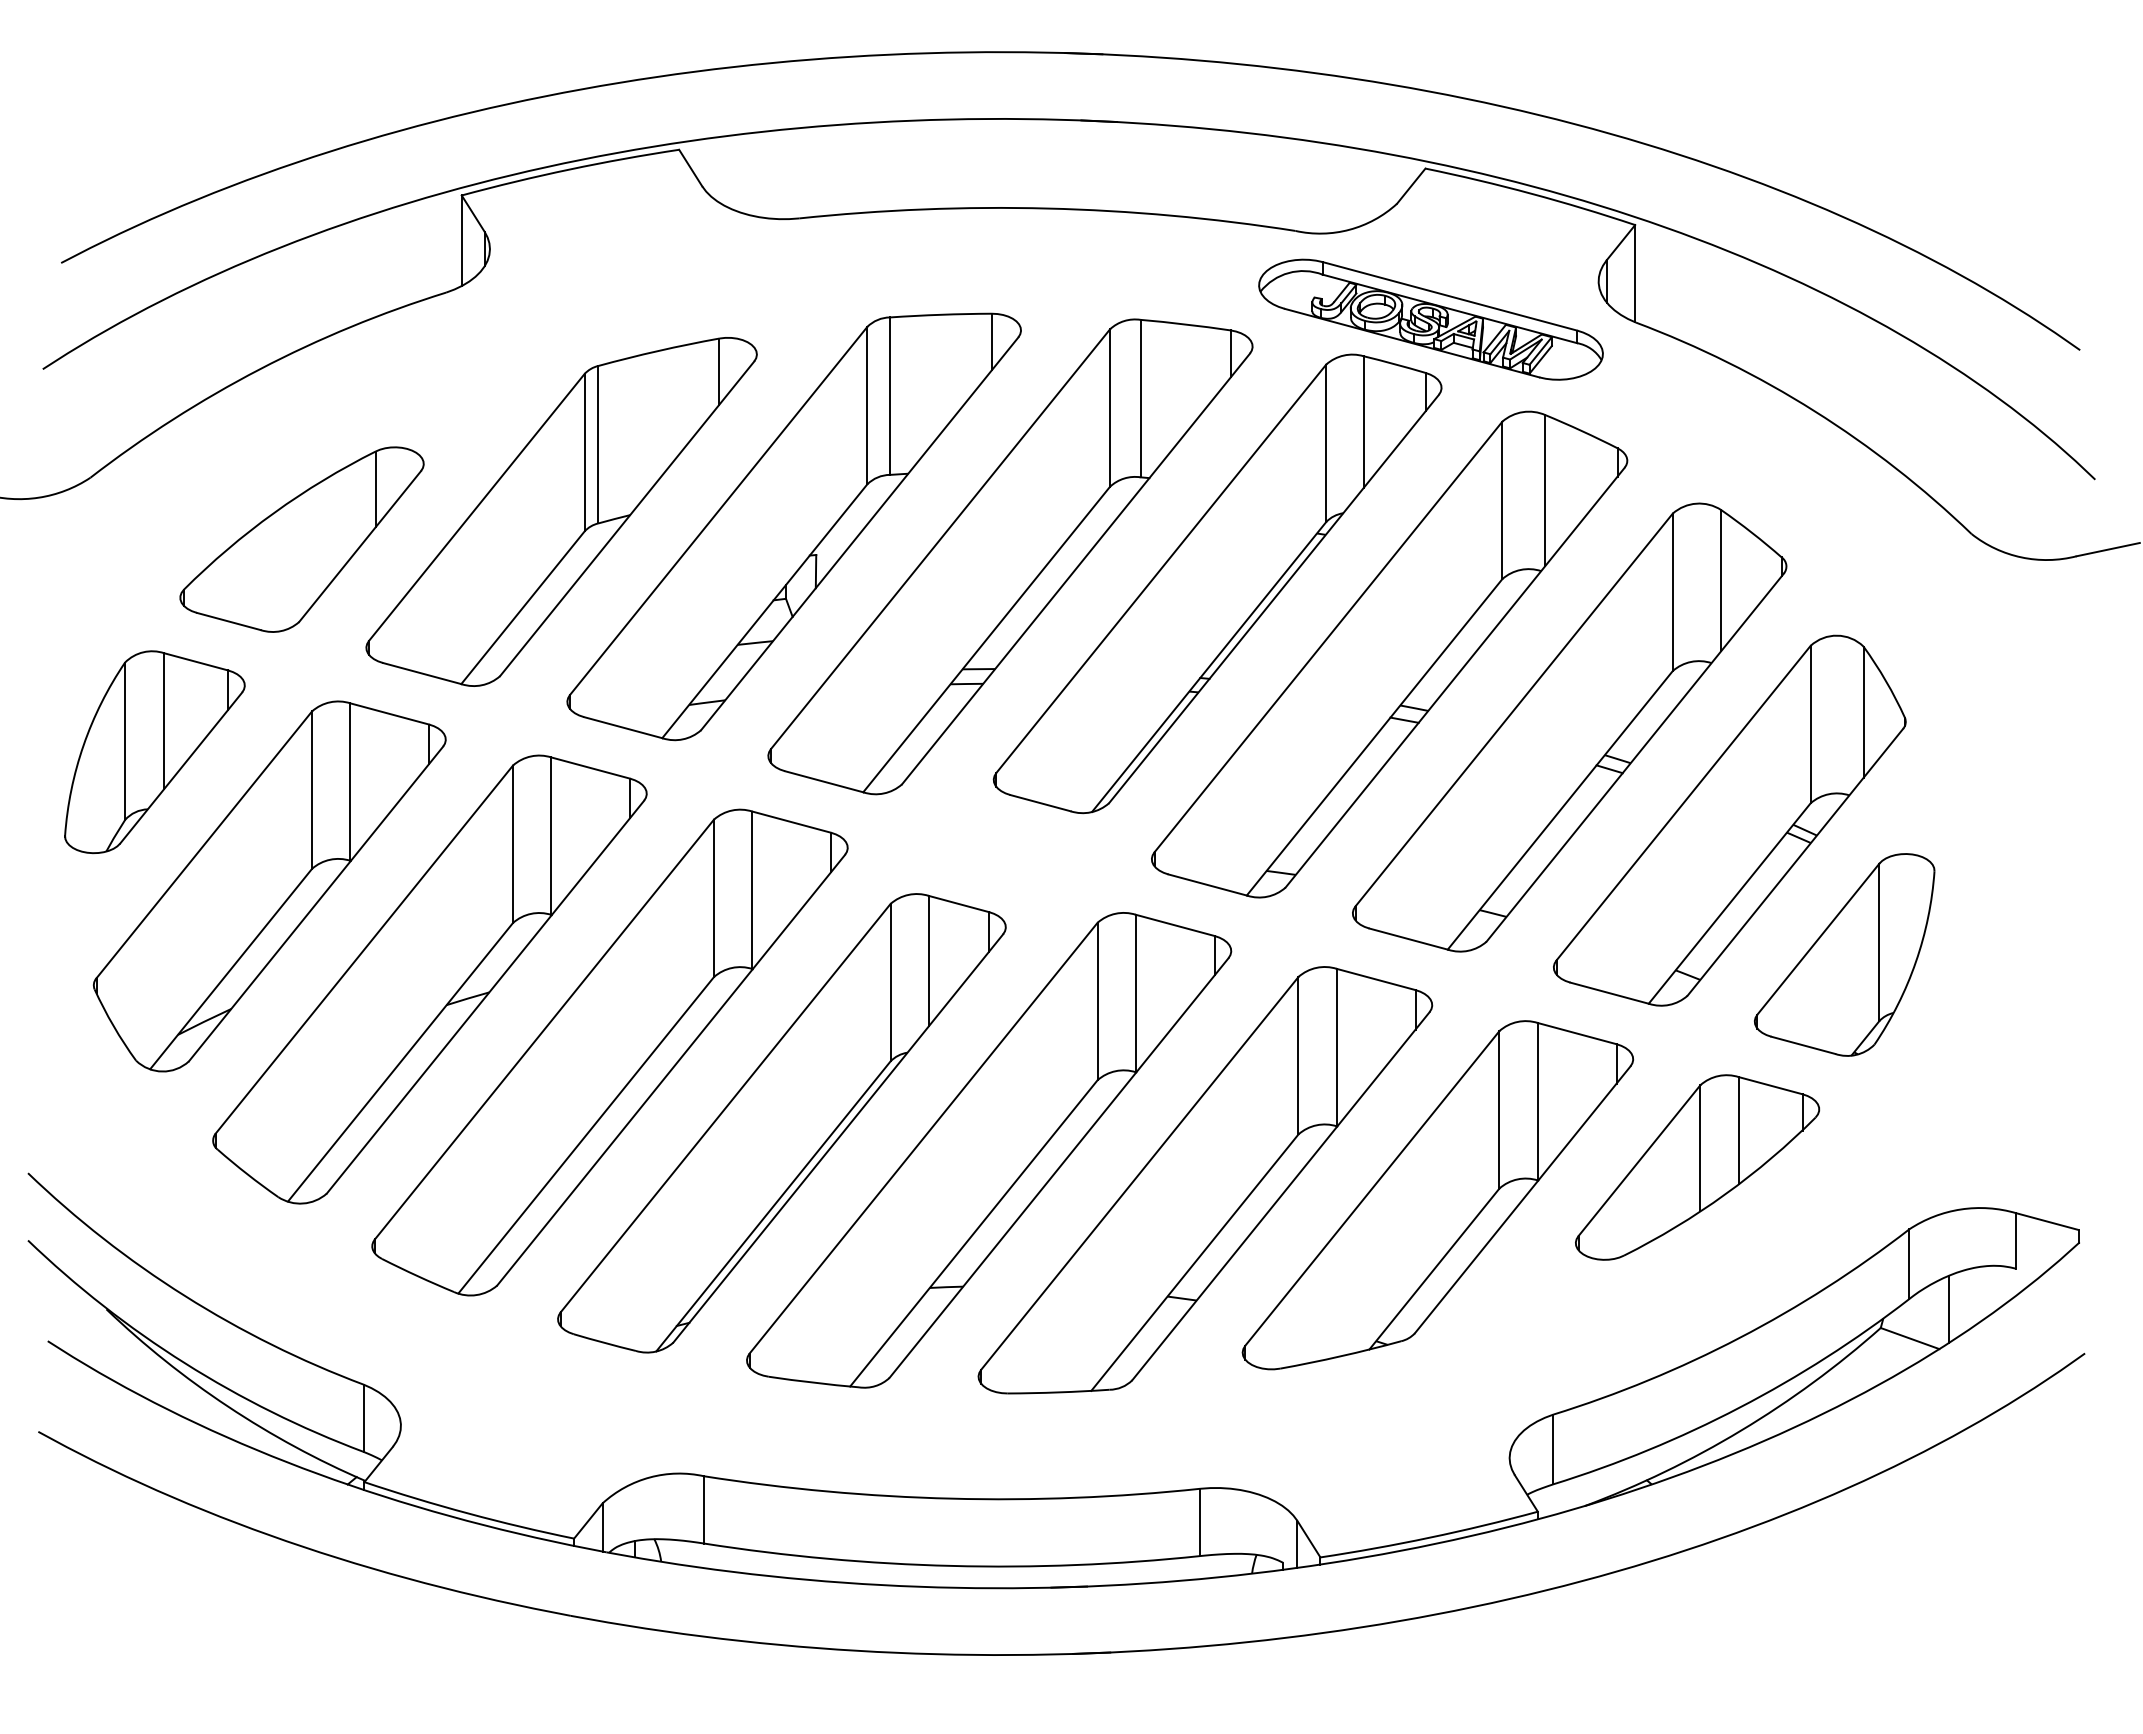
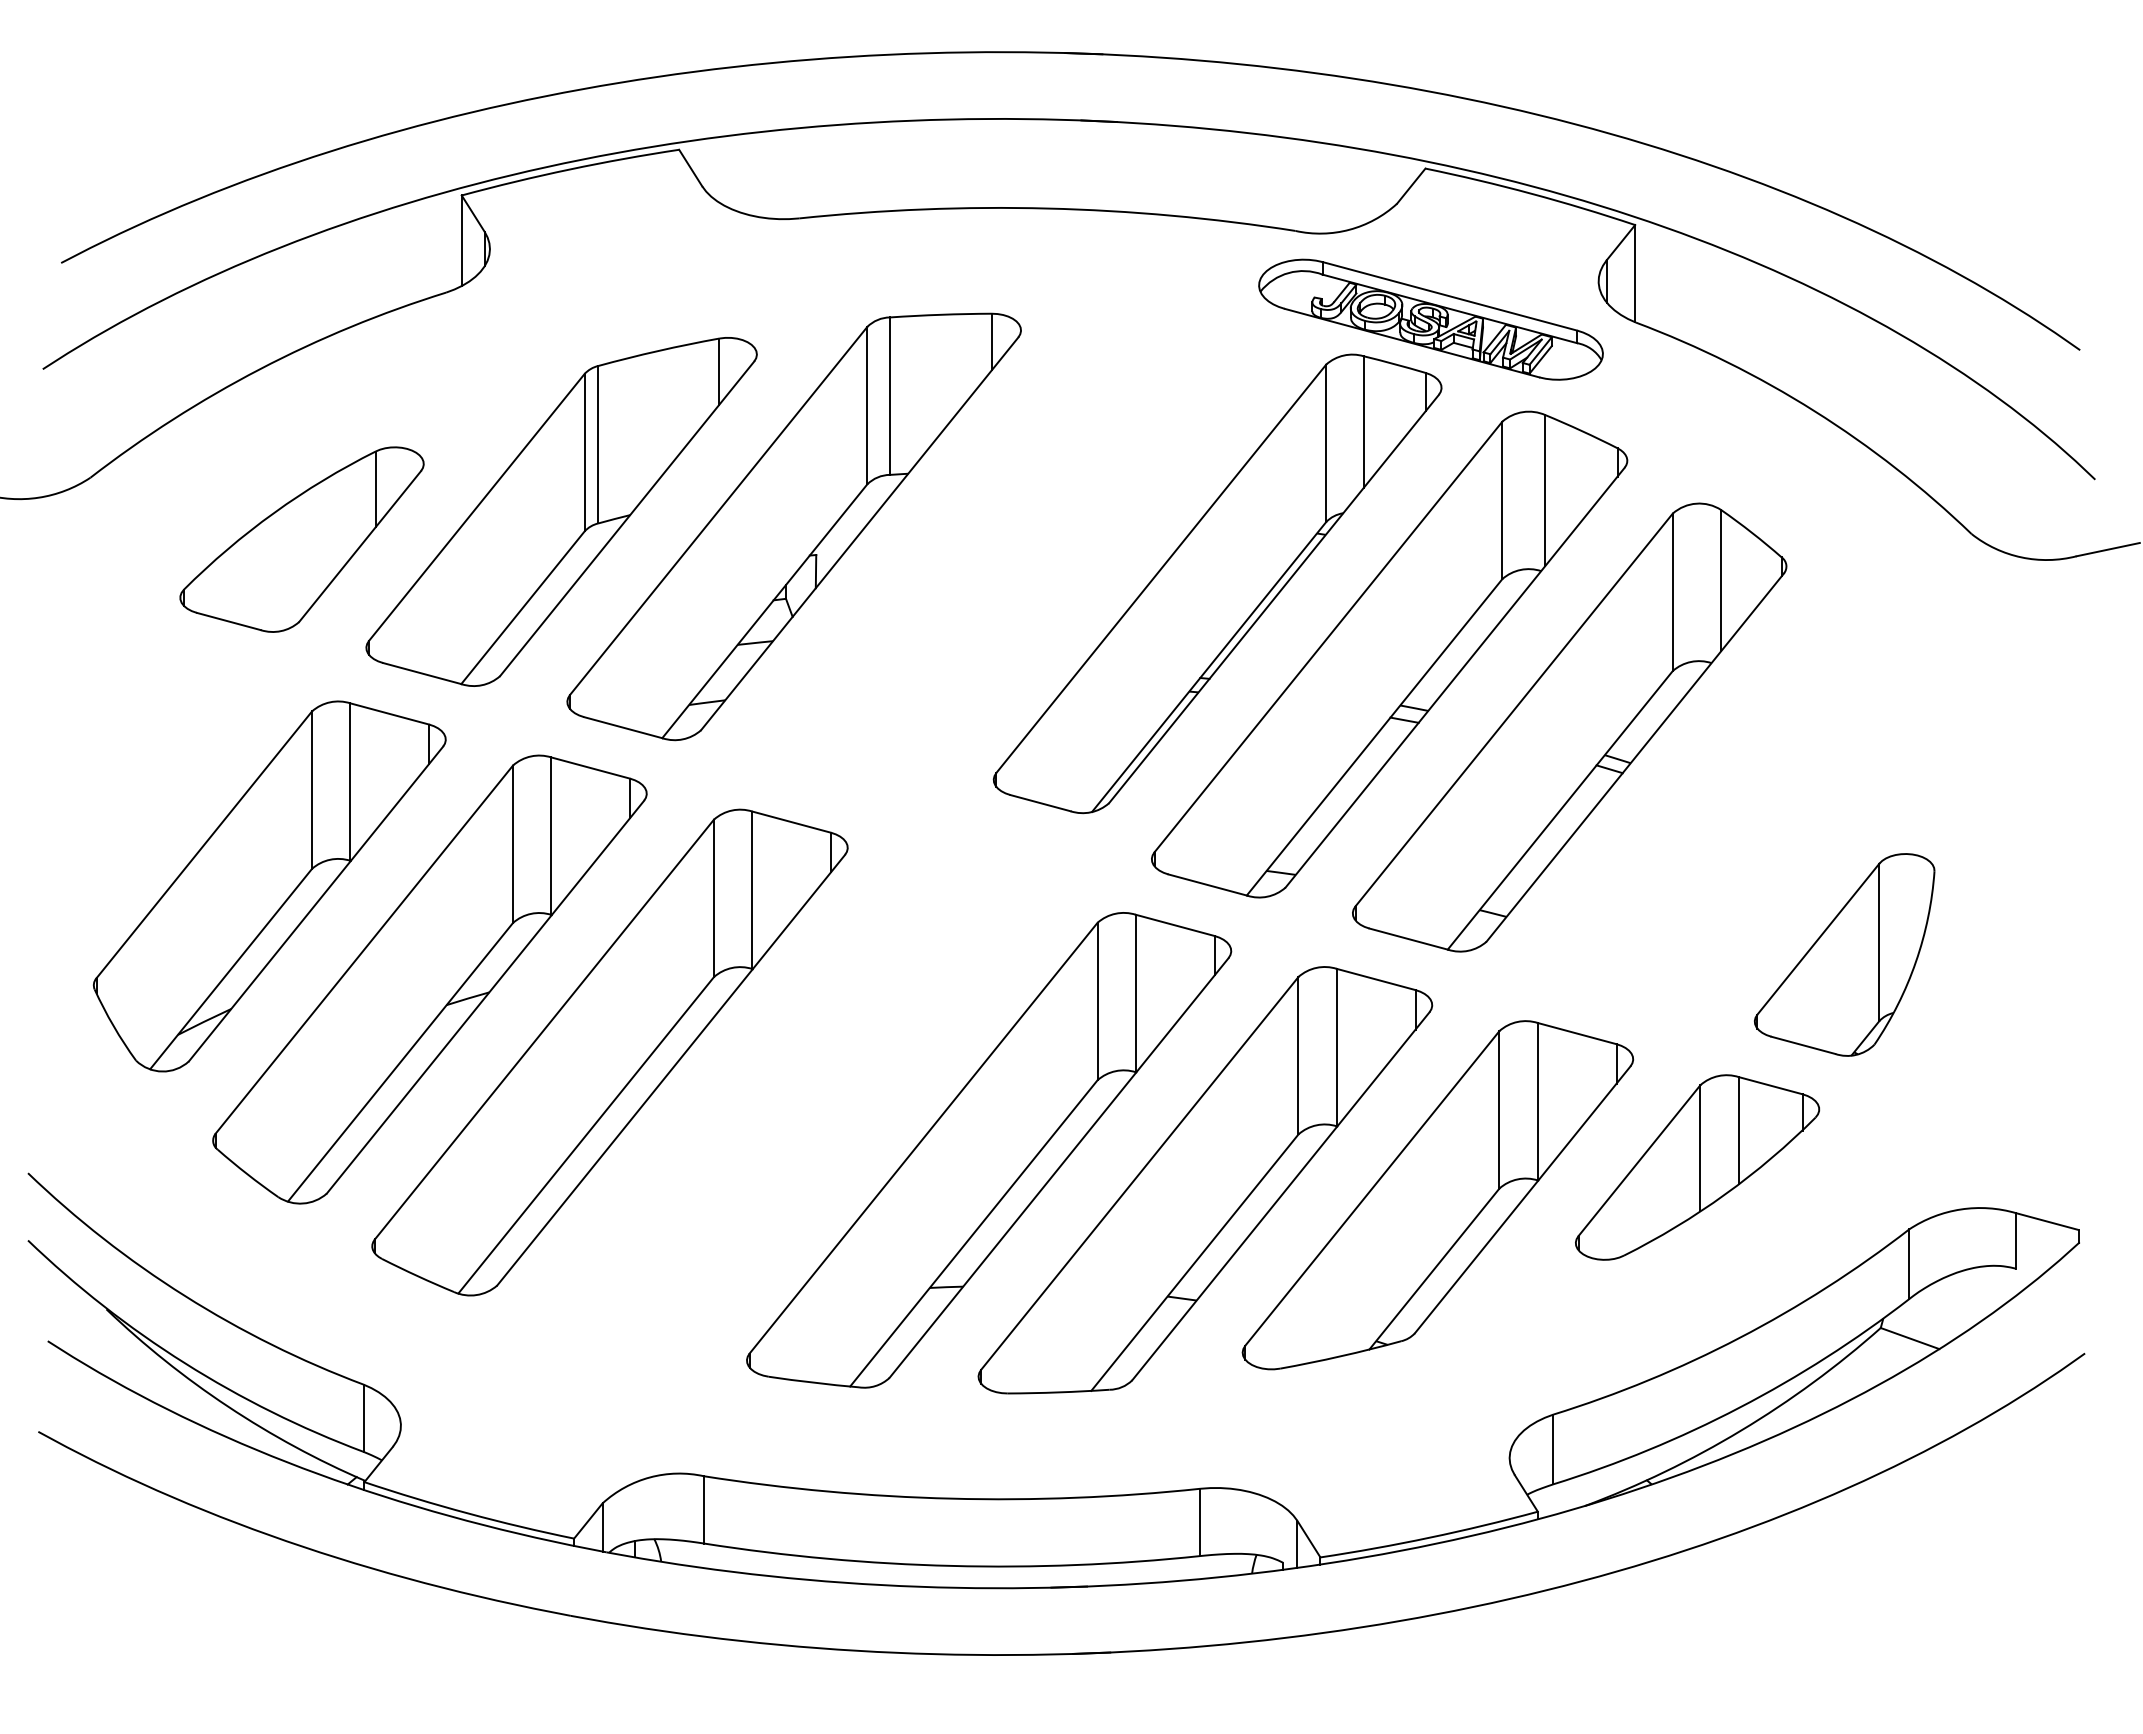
part at (1010, 556): present -> none
part at (154, 752): present -> none
part at (1729, 820): present -> none
part at (781, 1123): present -> none
line at (1948, 1309): present -> none
